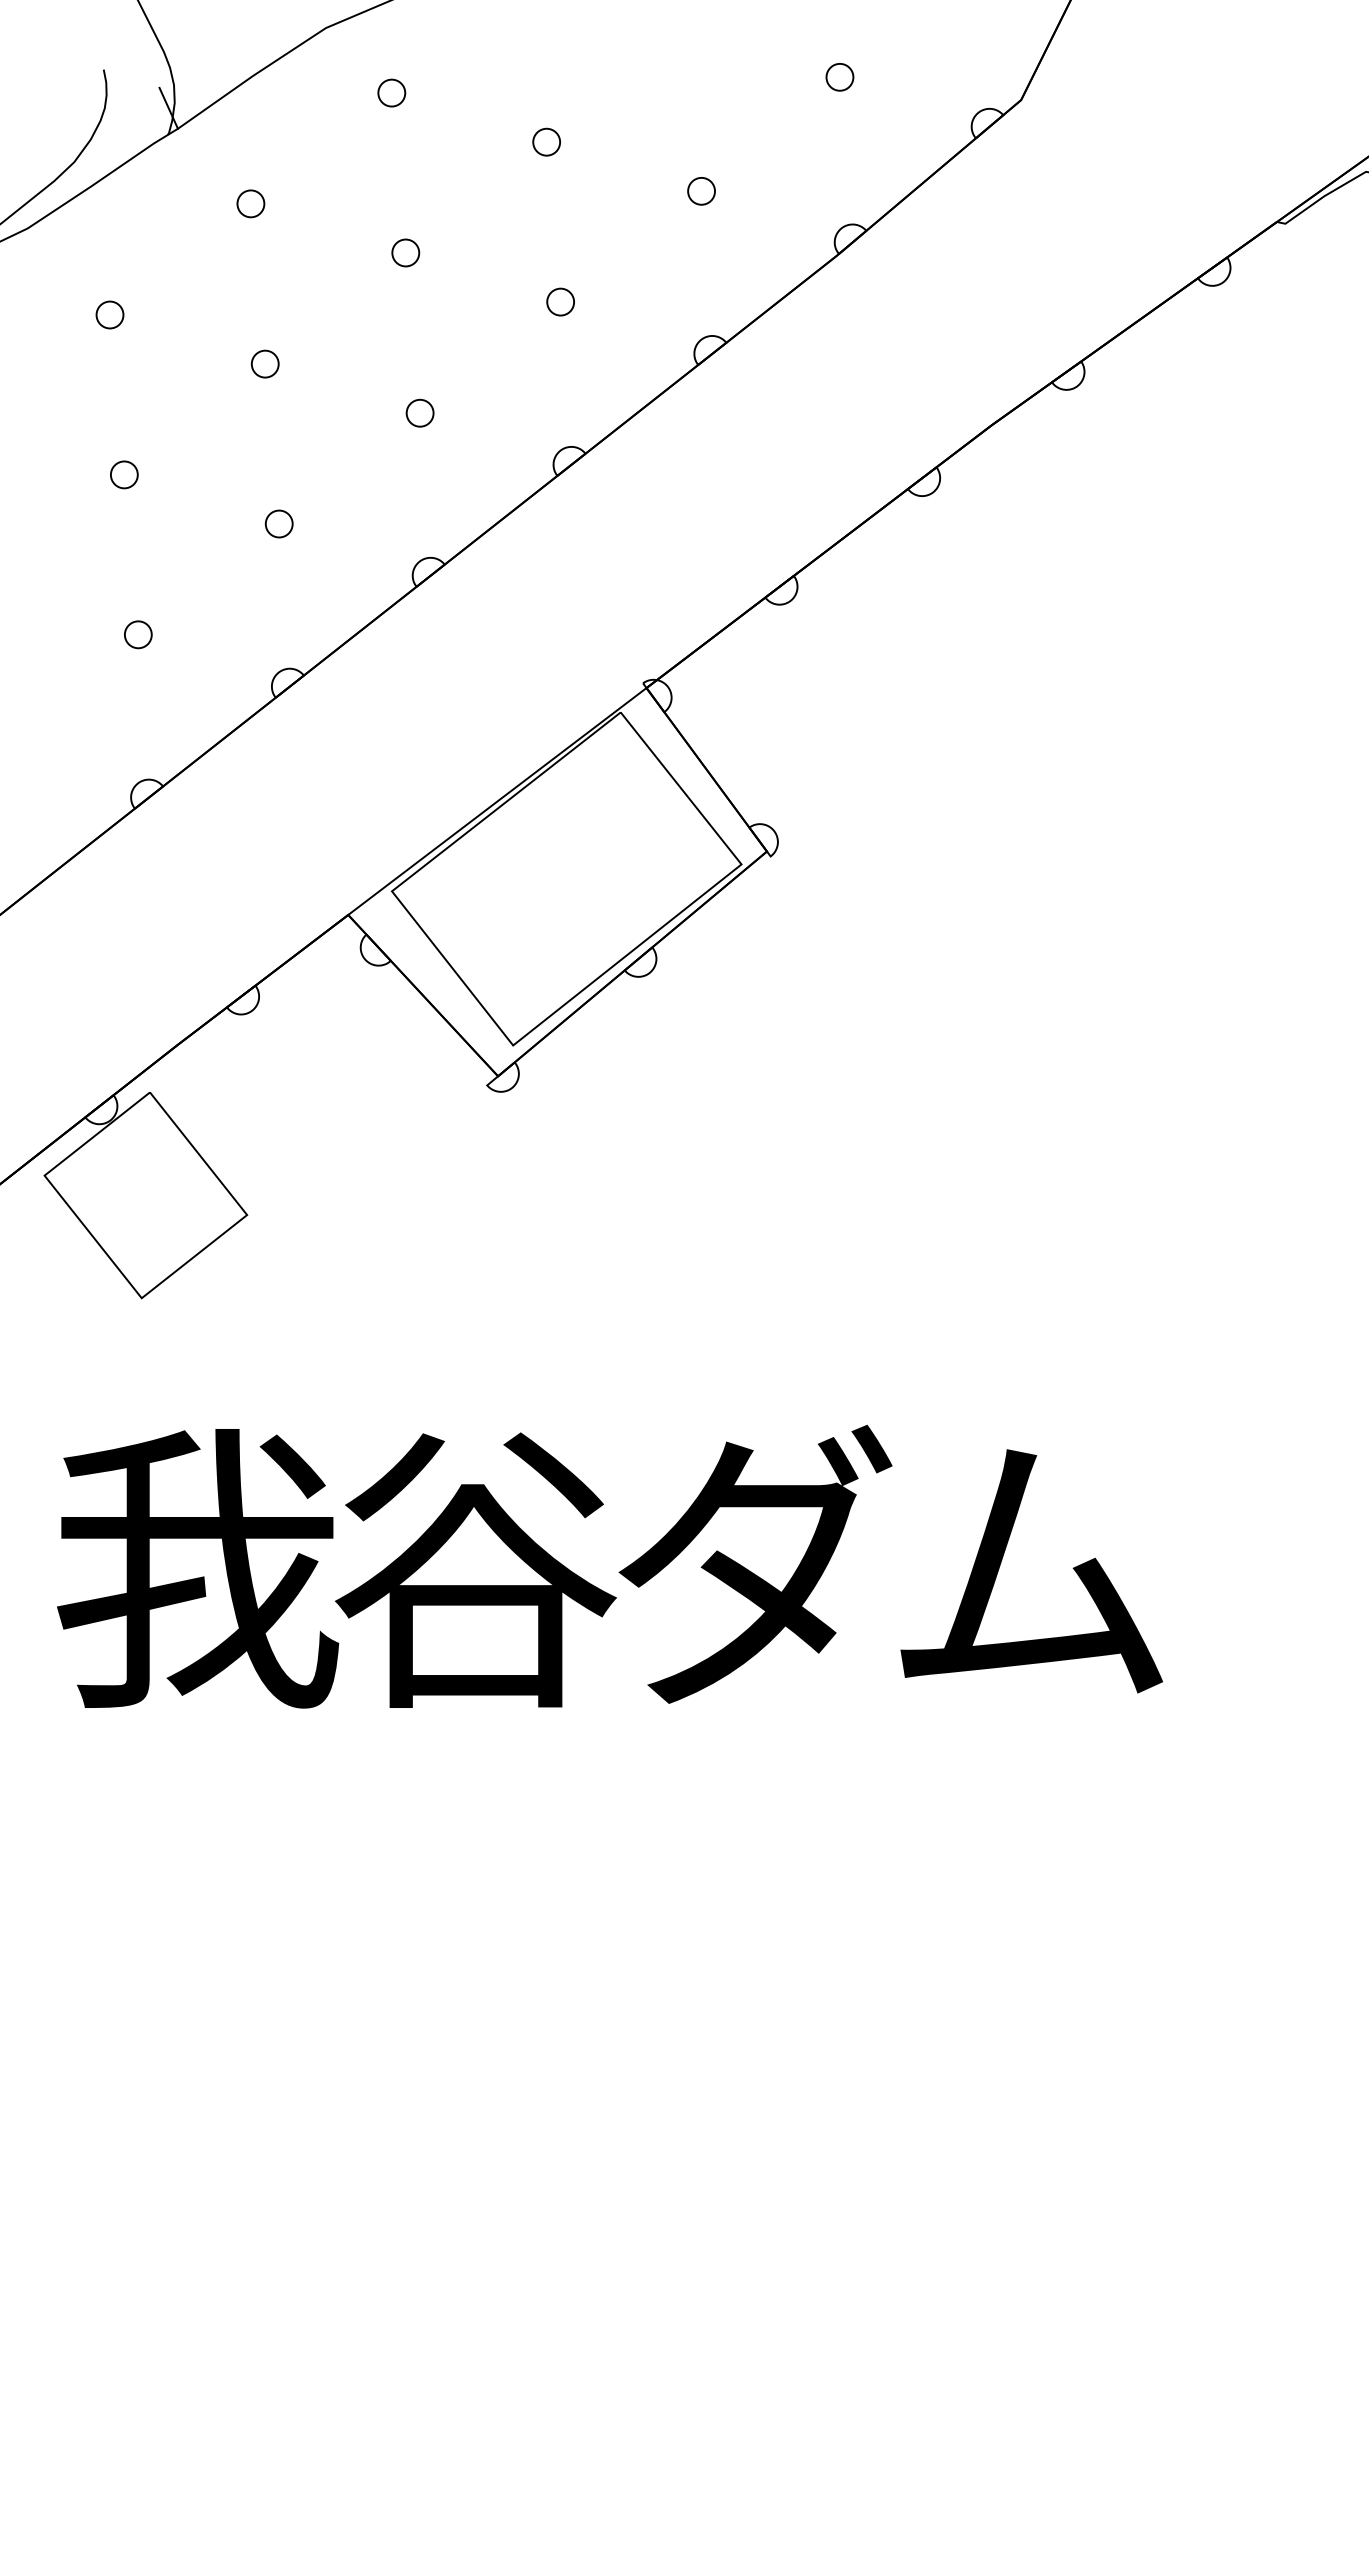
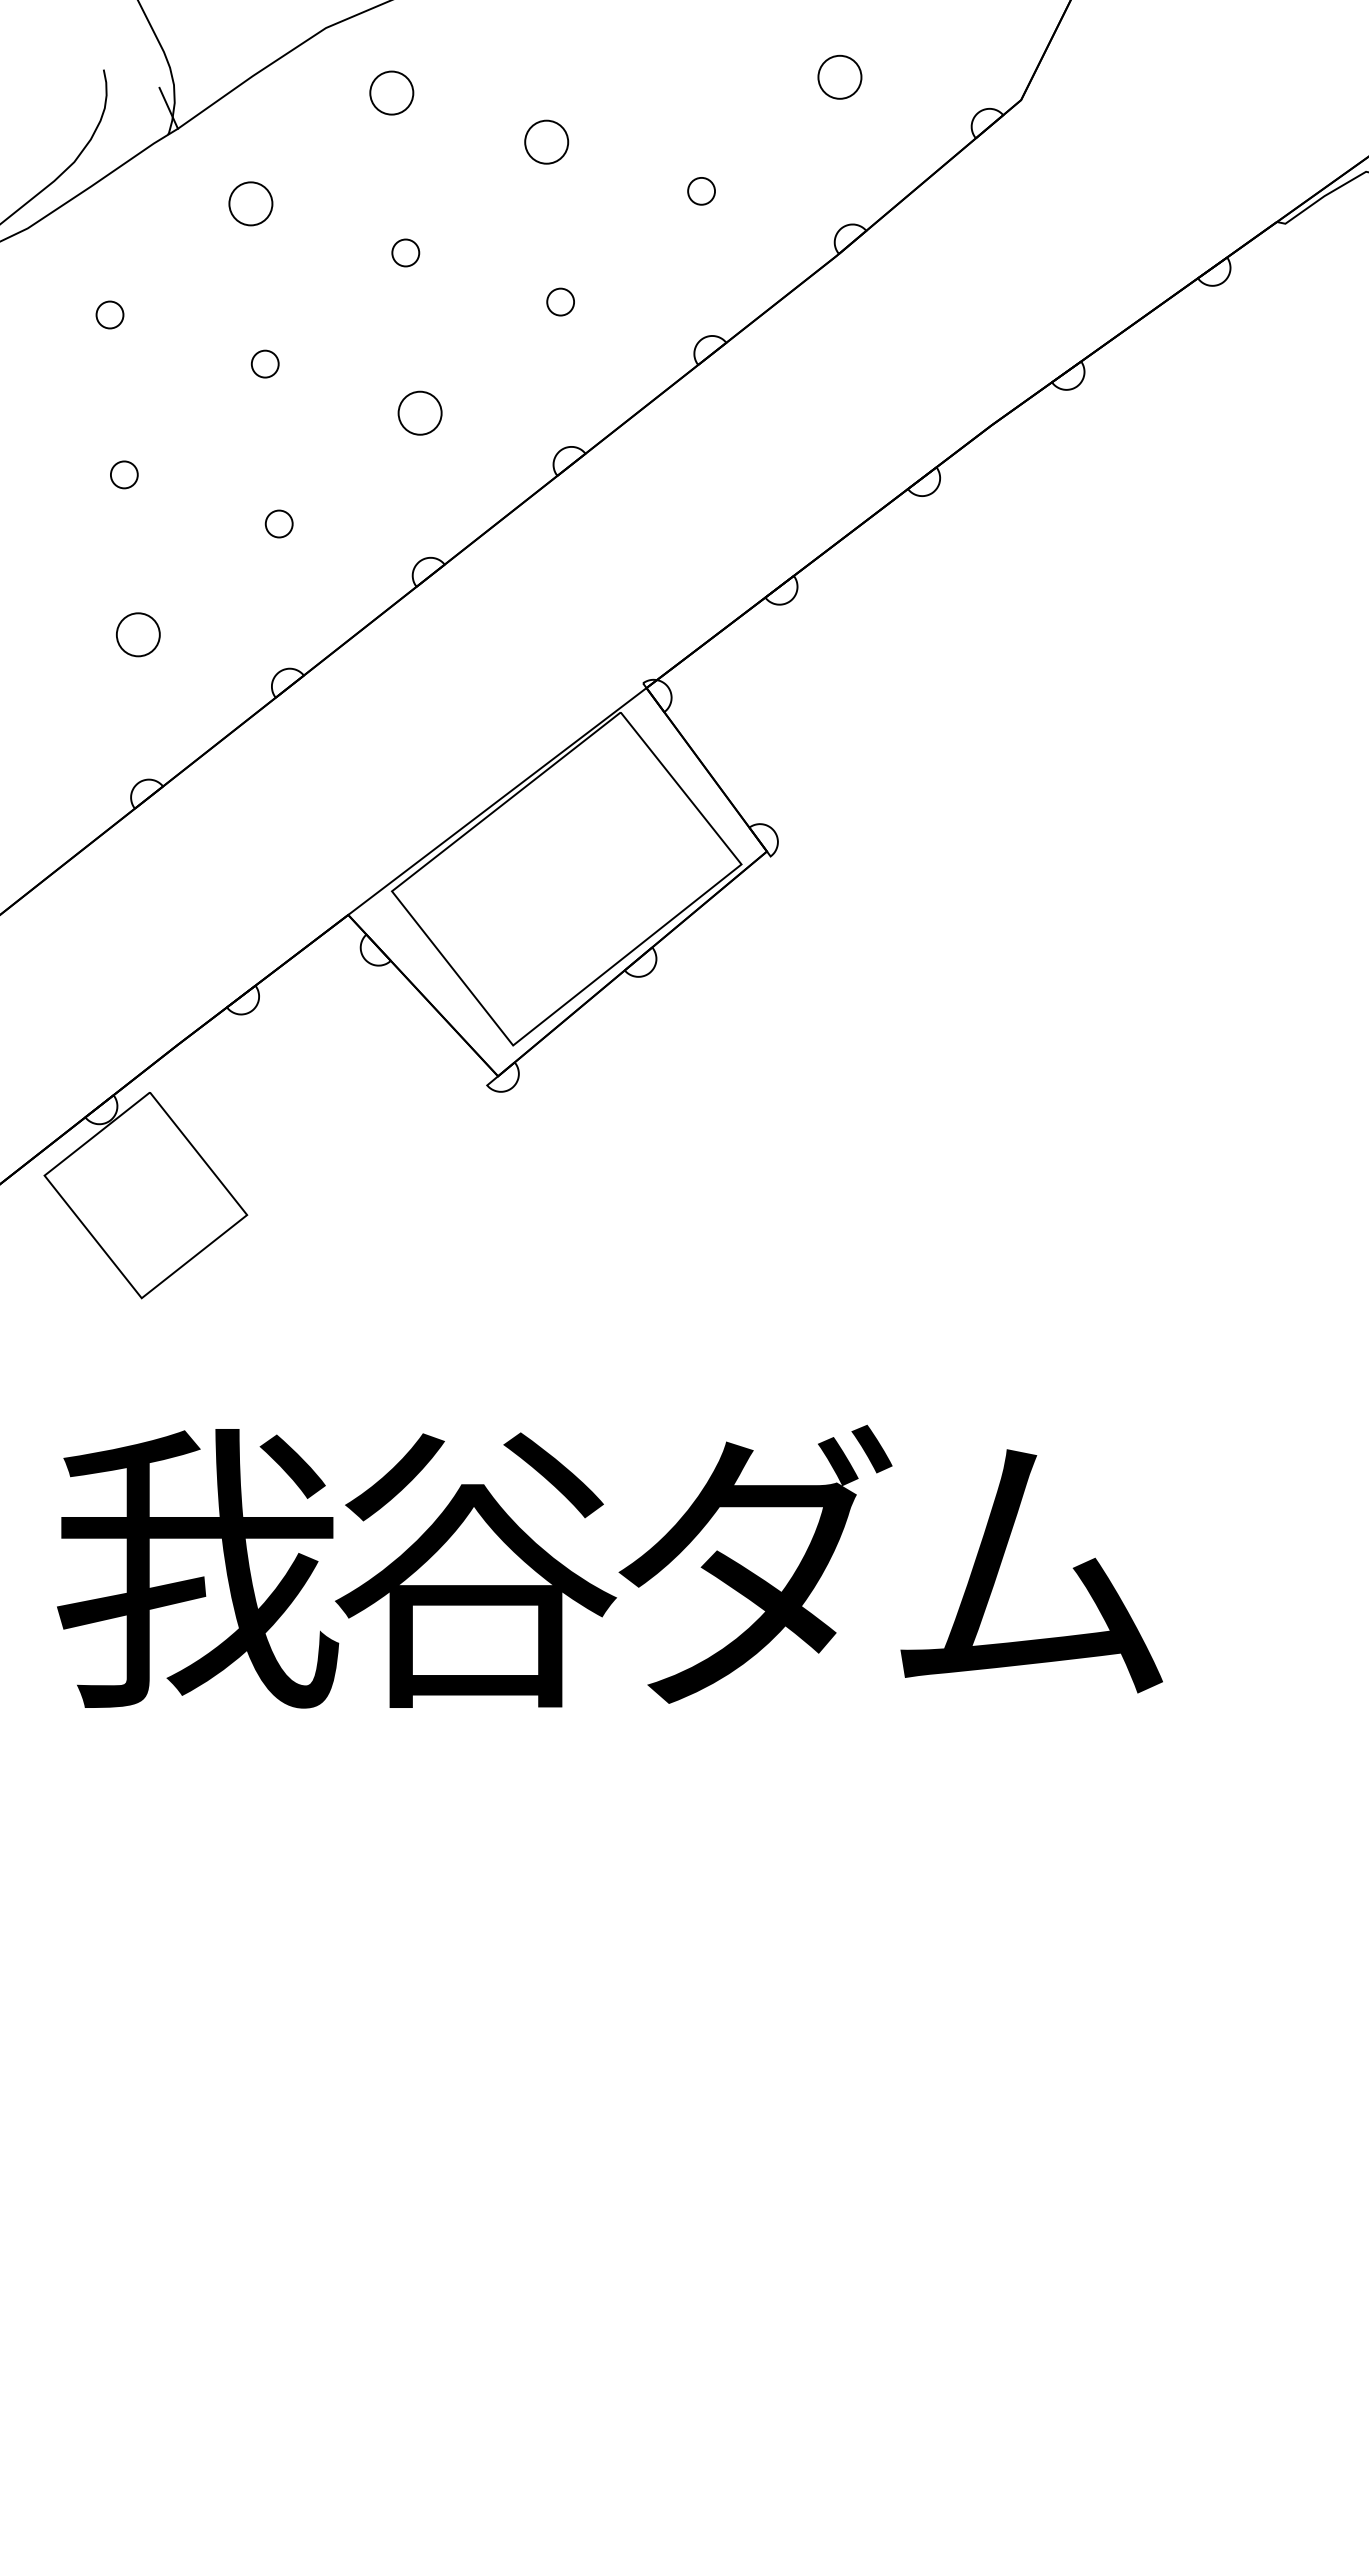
circle at (839, 76) diameter: 27 px -> 43 px
circle at (391, 92) diameter: 27 px -> 43 px
circle at (546, 141) diameter: 27 px -> 43 px
circle at (250, 203) diameter: 27 px -> 43 px
circle at (419, 412) diameter: 27 px -> 43 px
circle at (137, 634) diameter: 27 px -> 43 px
